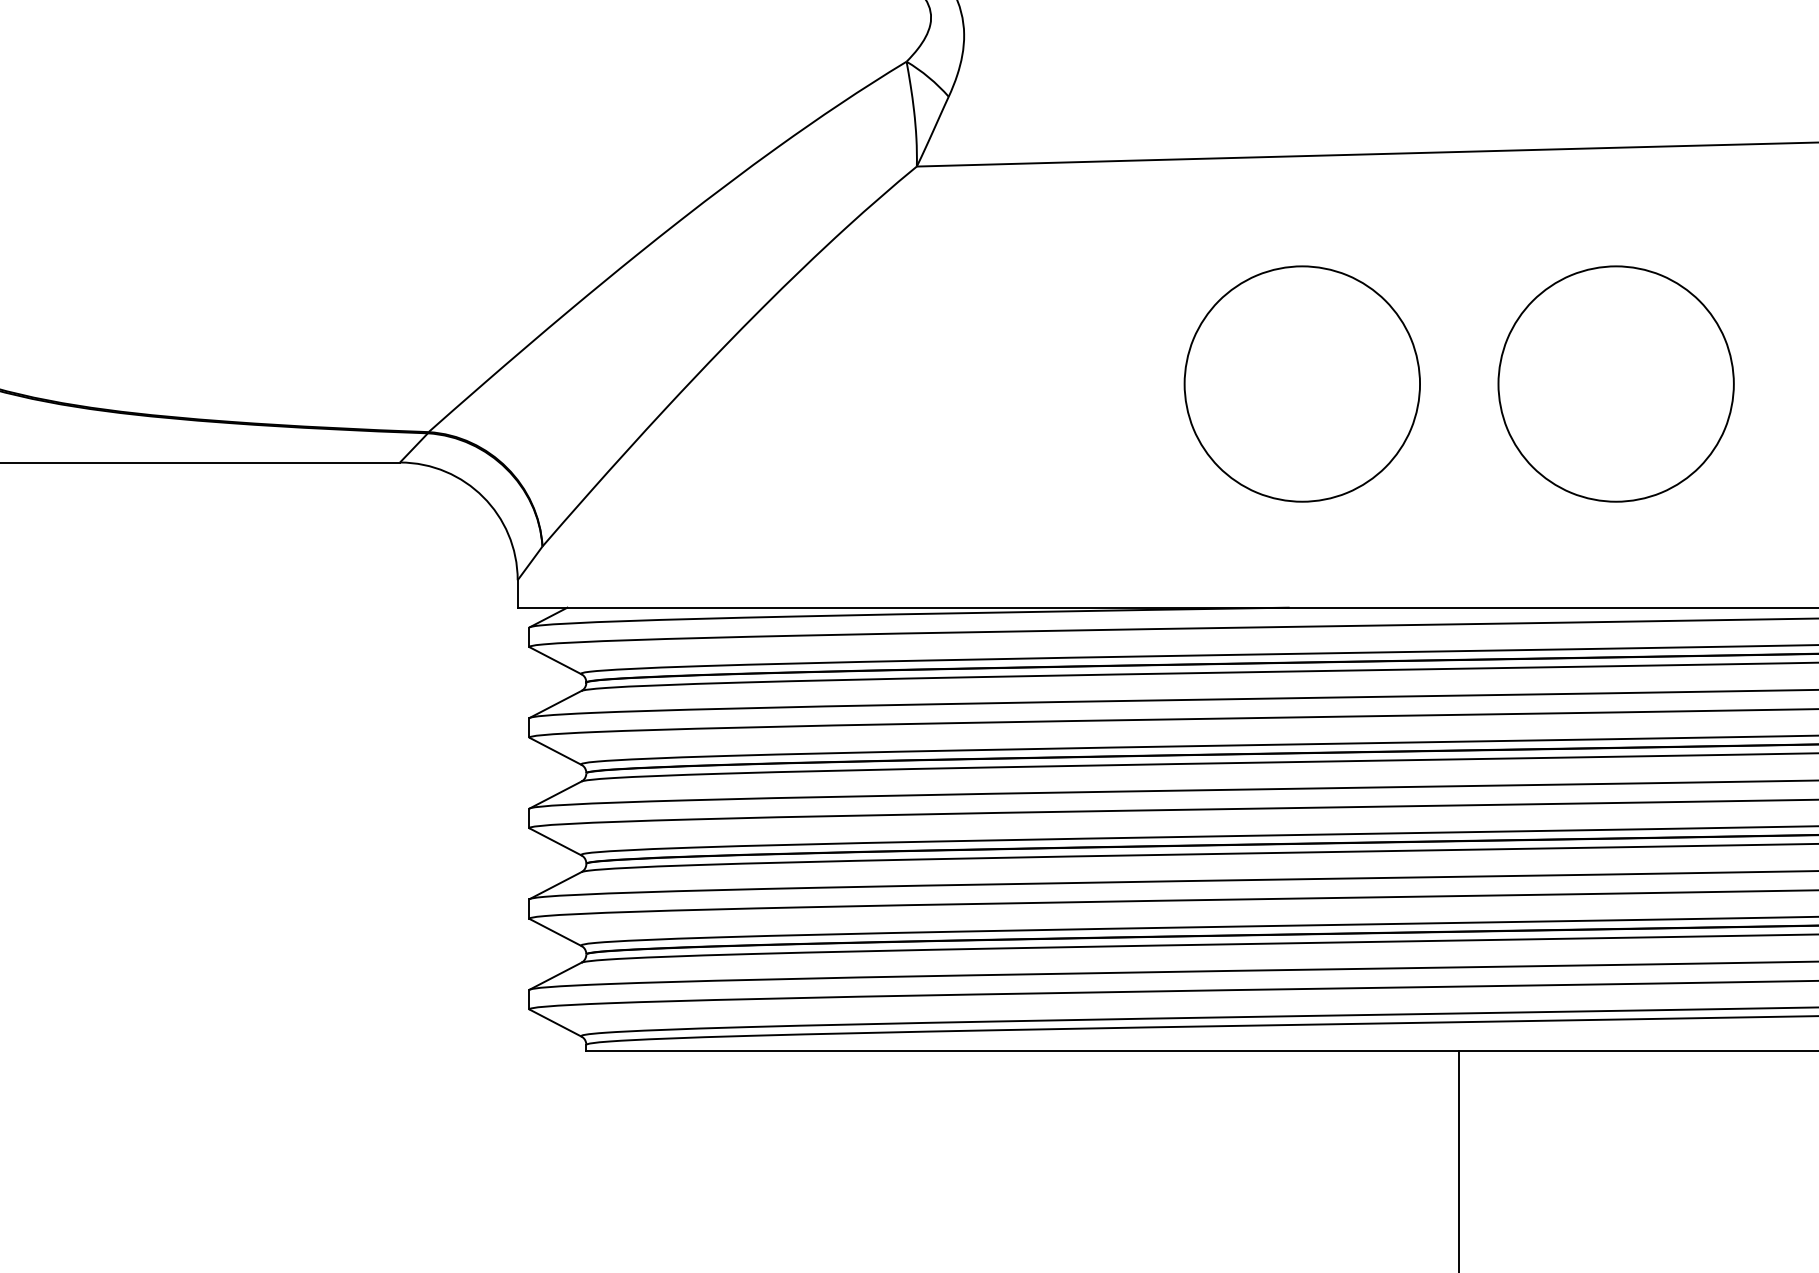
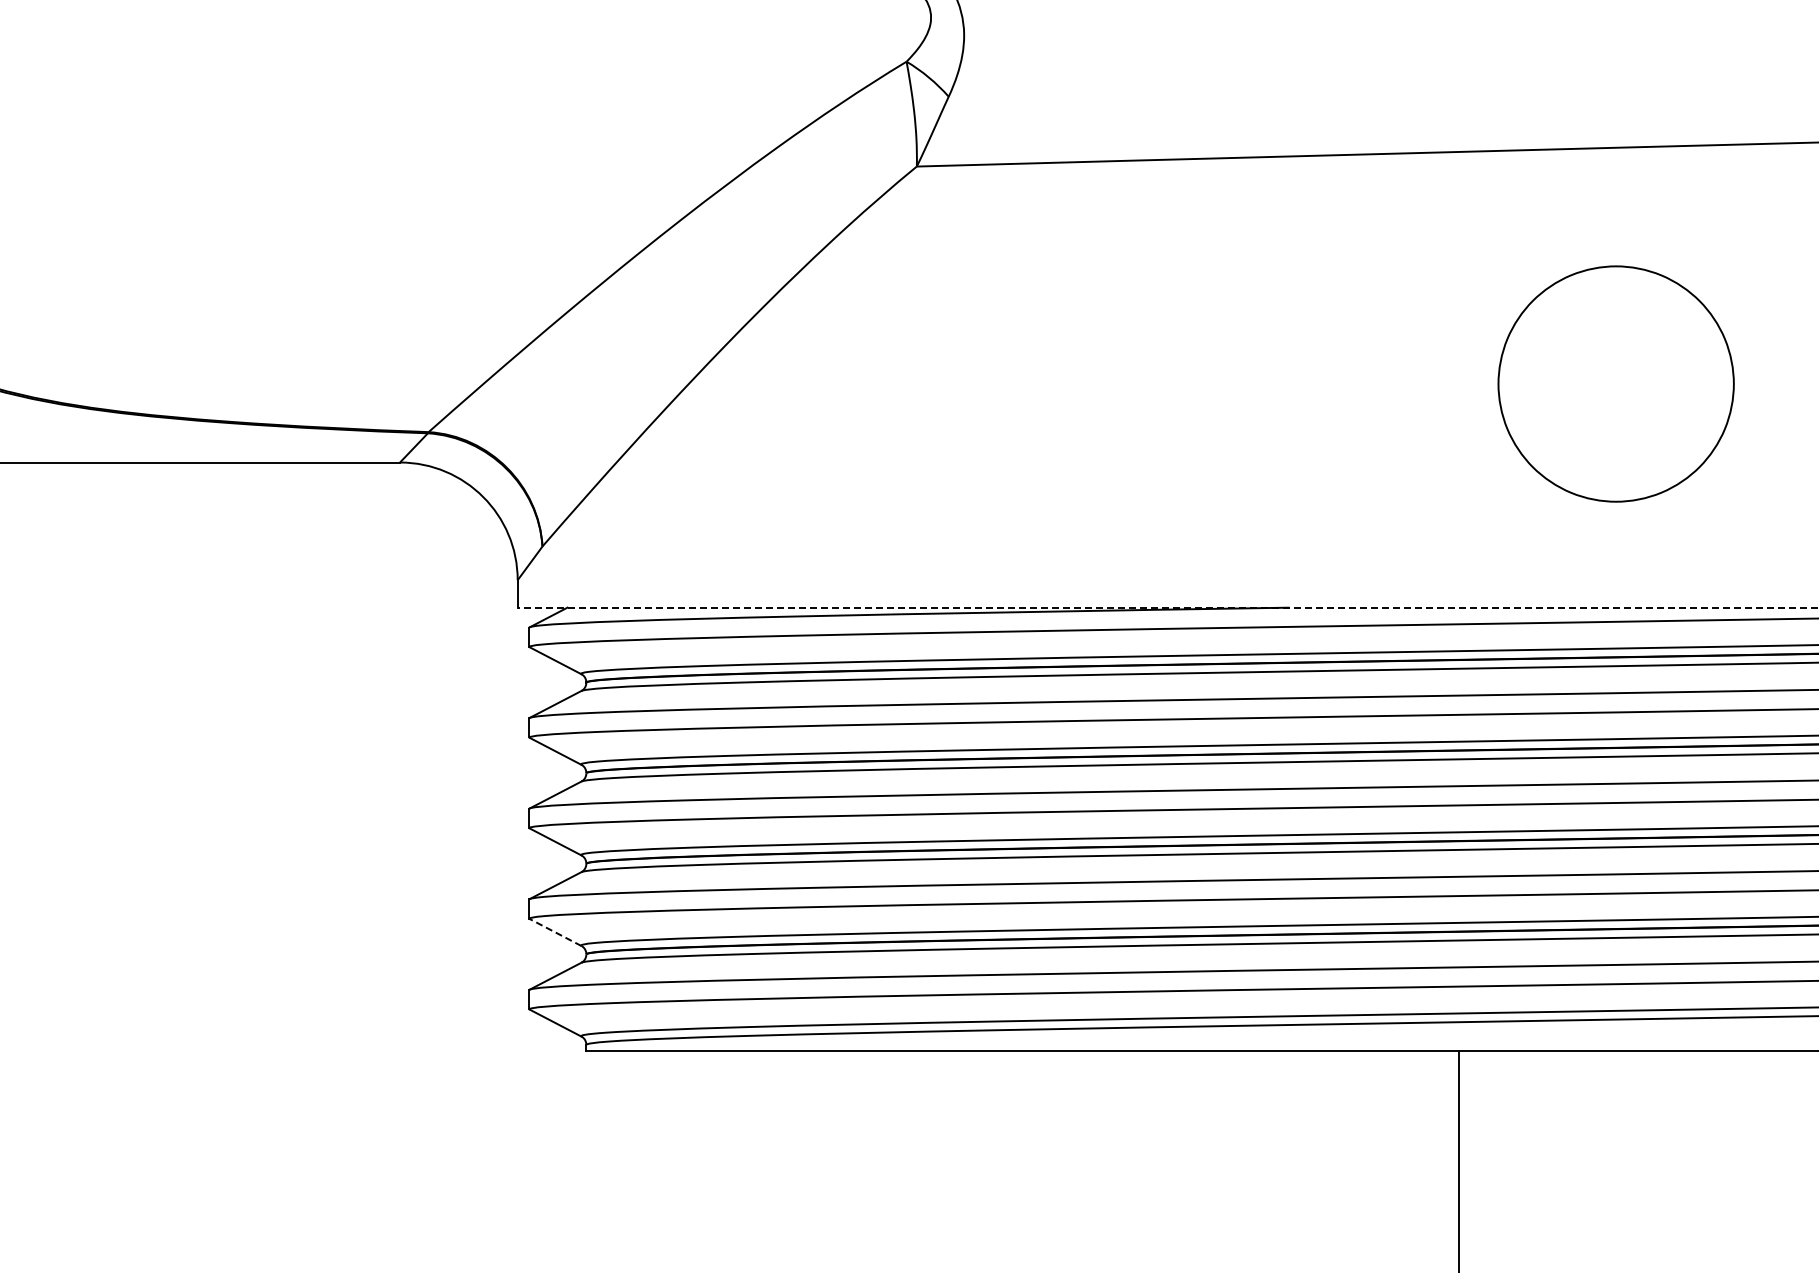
part at (1301, 383): present -> none
line at (1167, 607): solid -> dashed
line at (555, 932): solid -> dashed
